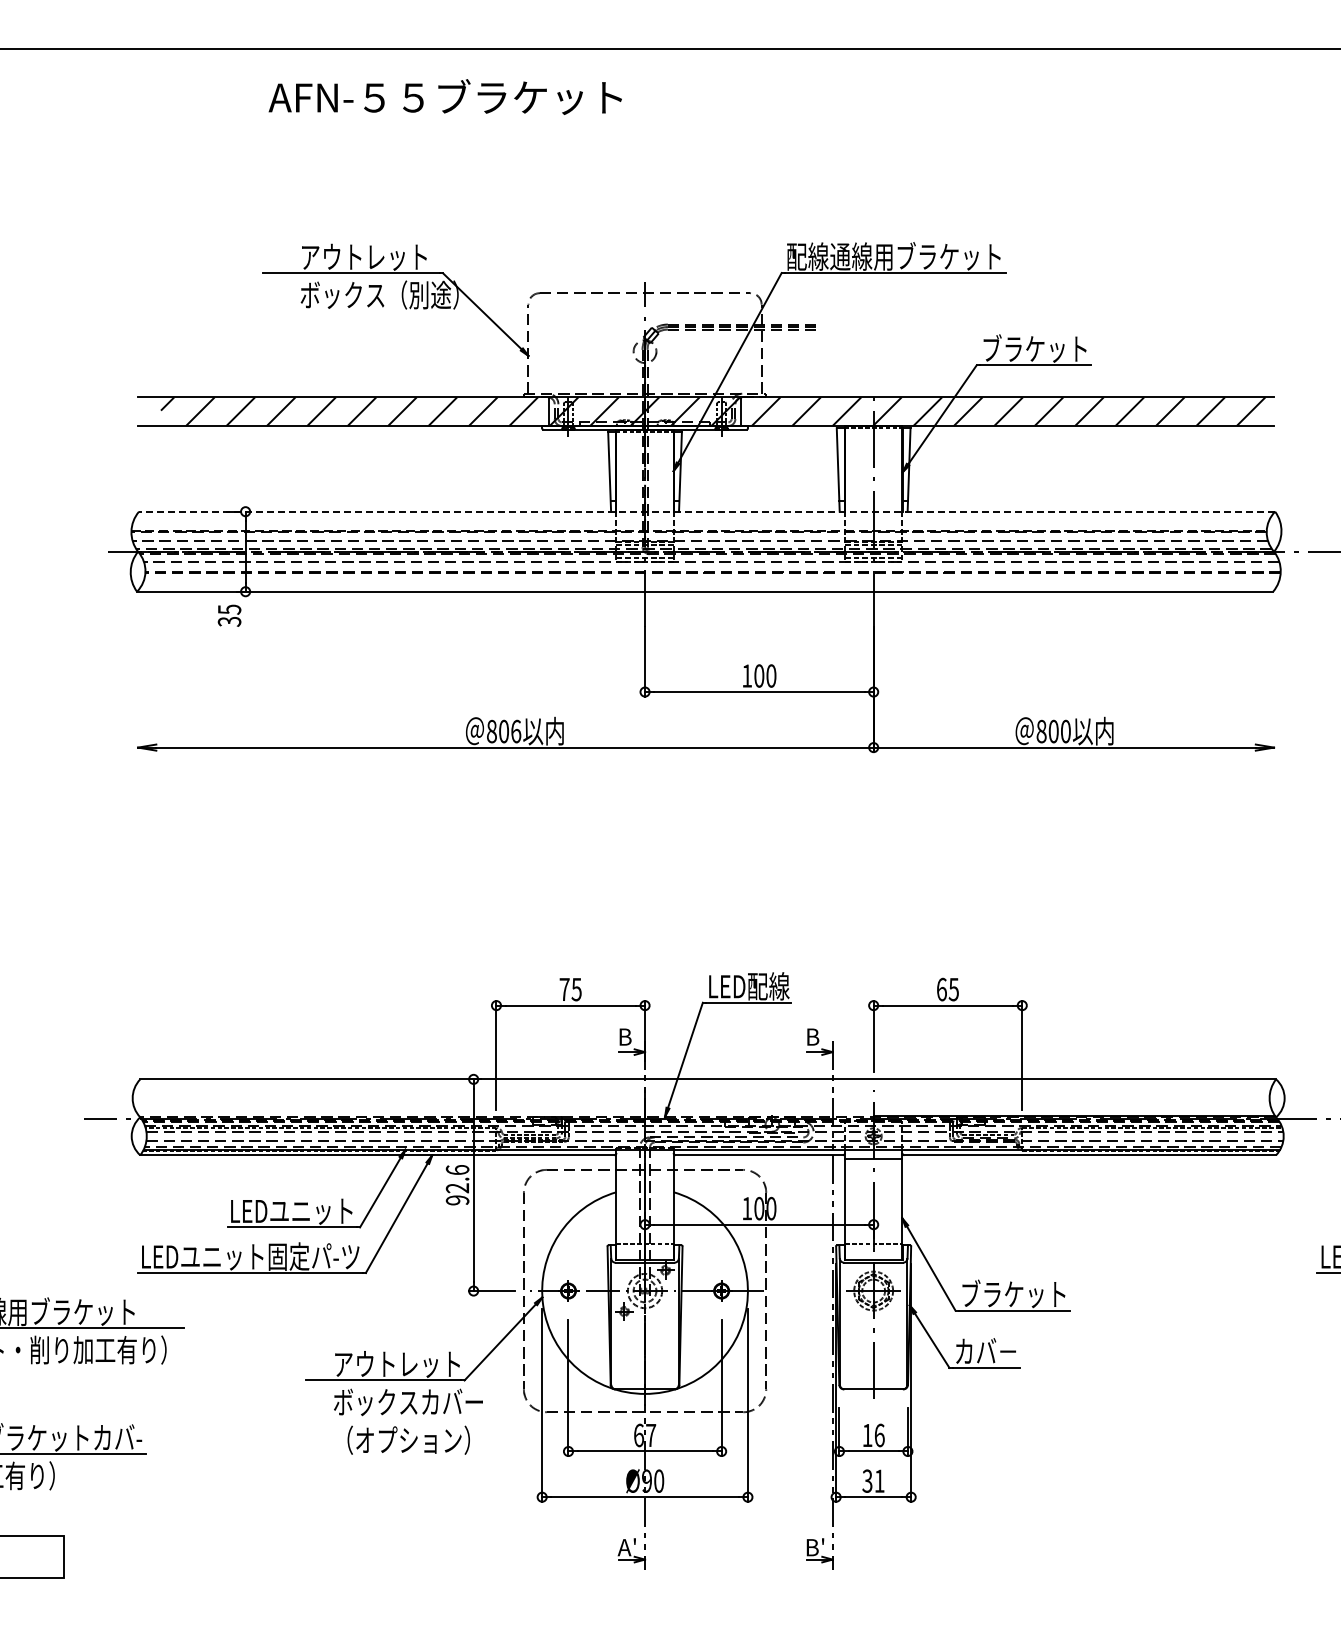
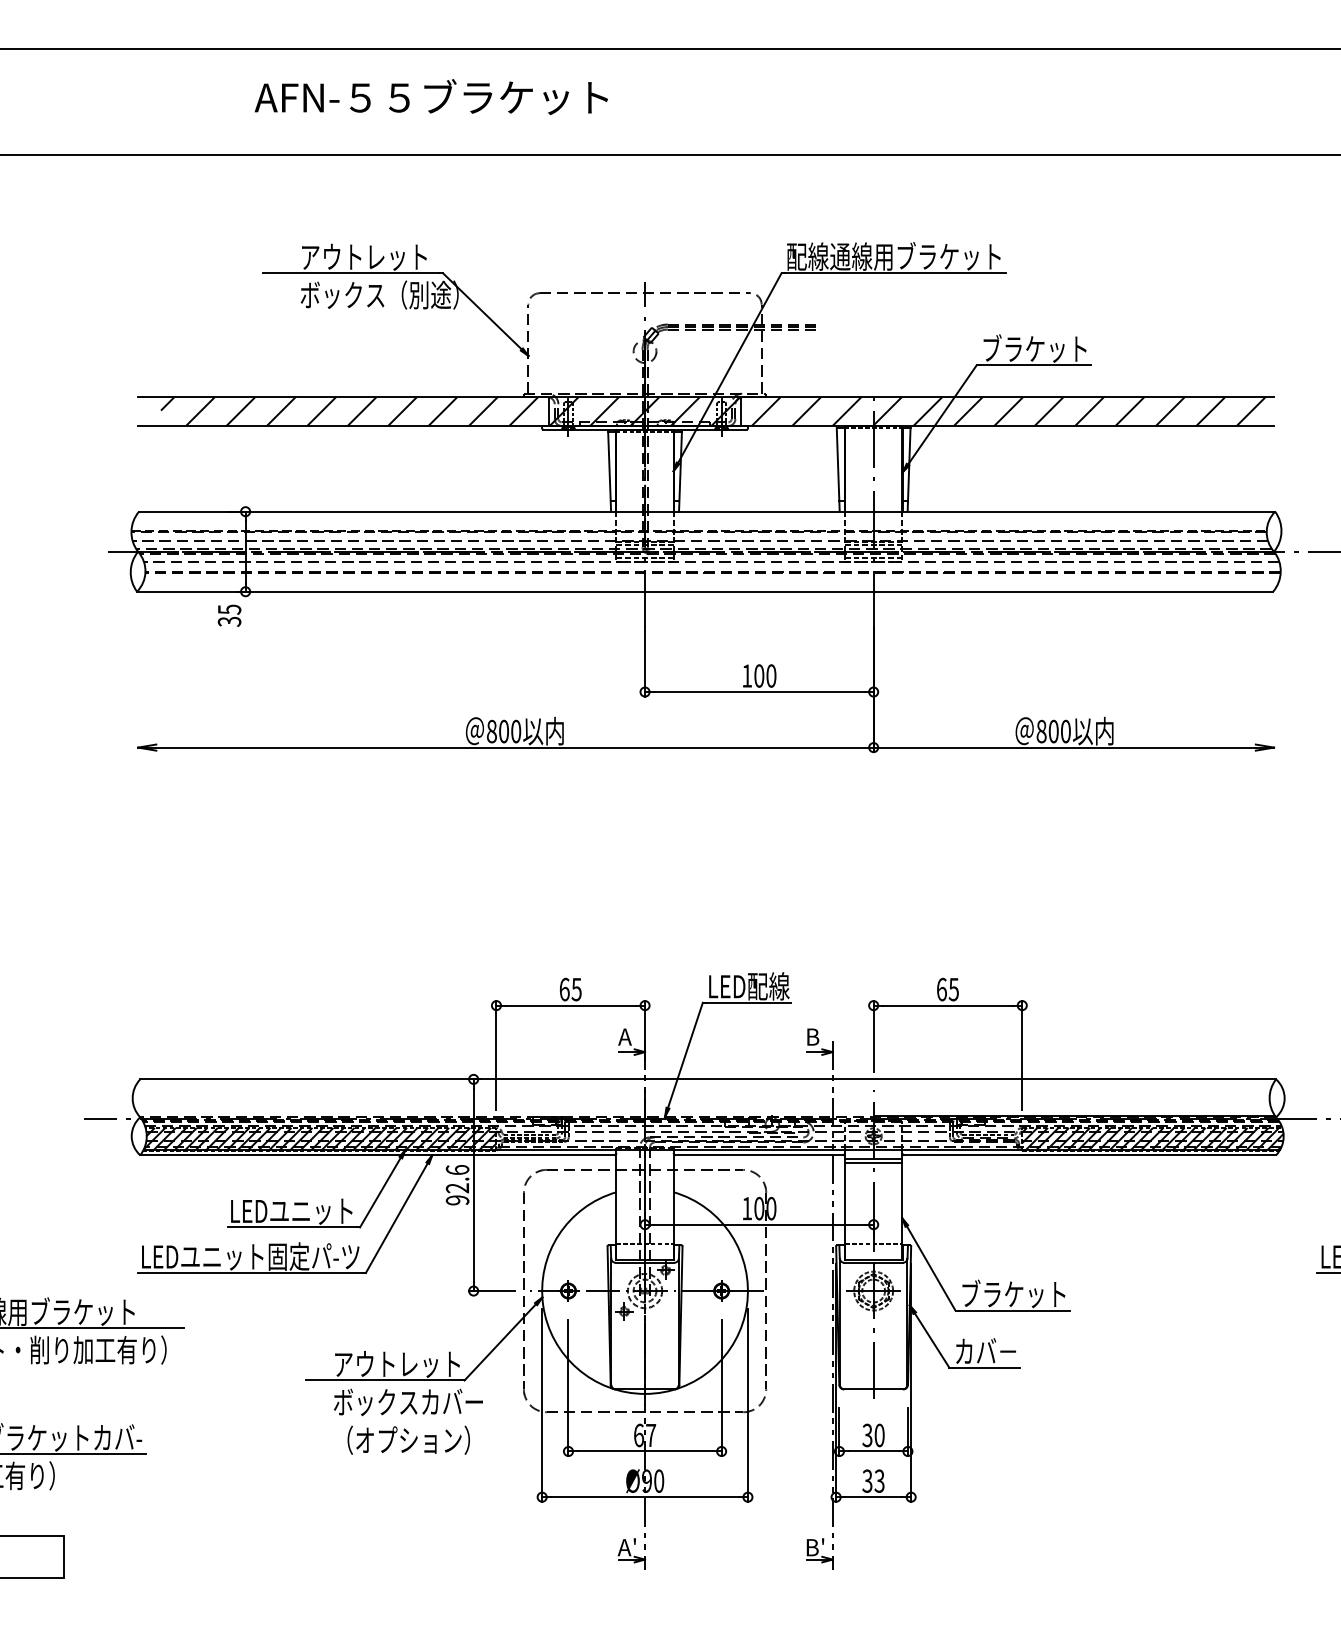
text at (444, 96) position: (444, 96) -> (430, 96)
line at (669, 154): none -> present
line at (706, 511): dashed -> solid
text at (516, 731): 806 -> 800
text at (564, 989): 75 -> 65
text at (624, 1036): B -> A
hatch at (319, 1138): none -> present
hatch at (1152, 1138): none -> present
line at (873, 1163): none -> present
text at (873, 1435): 16 -> 30
text at (879, 1480): 31 -> 33
